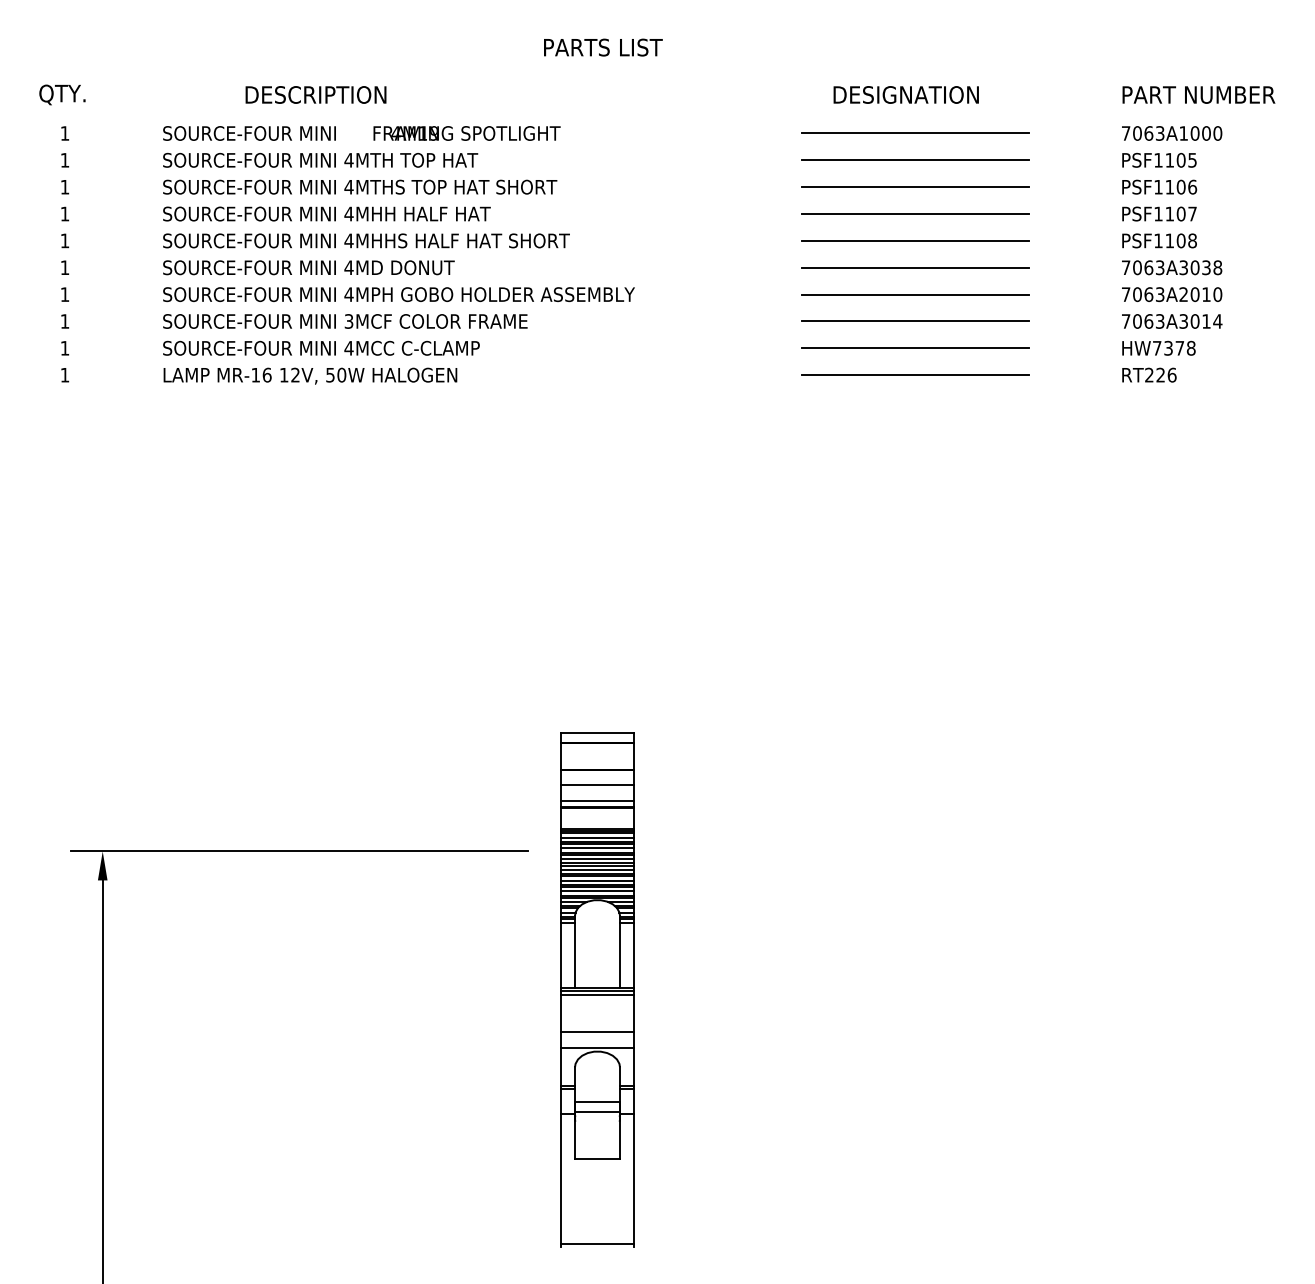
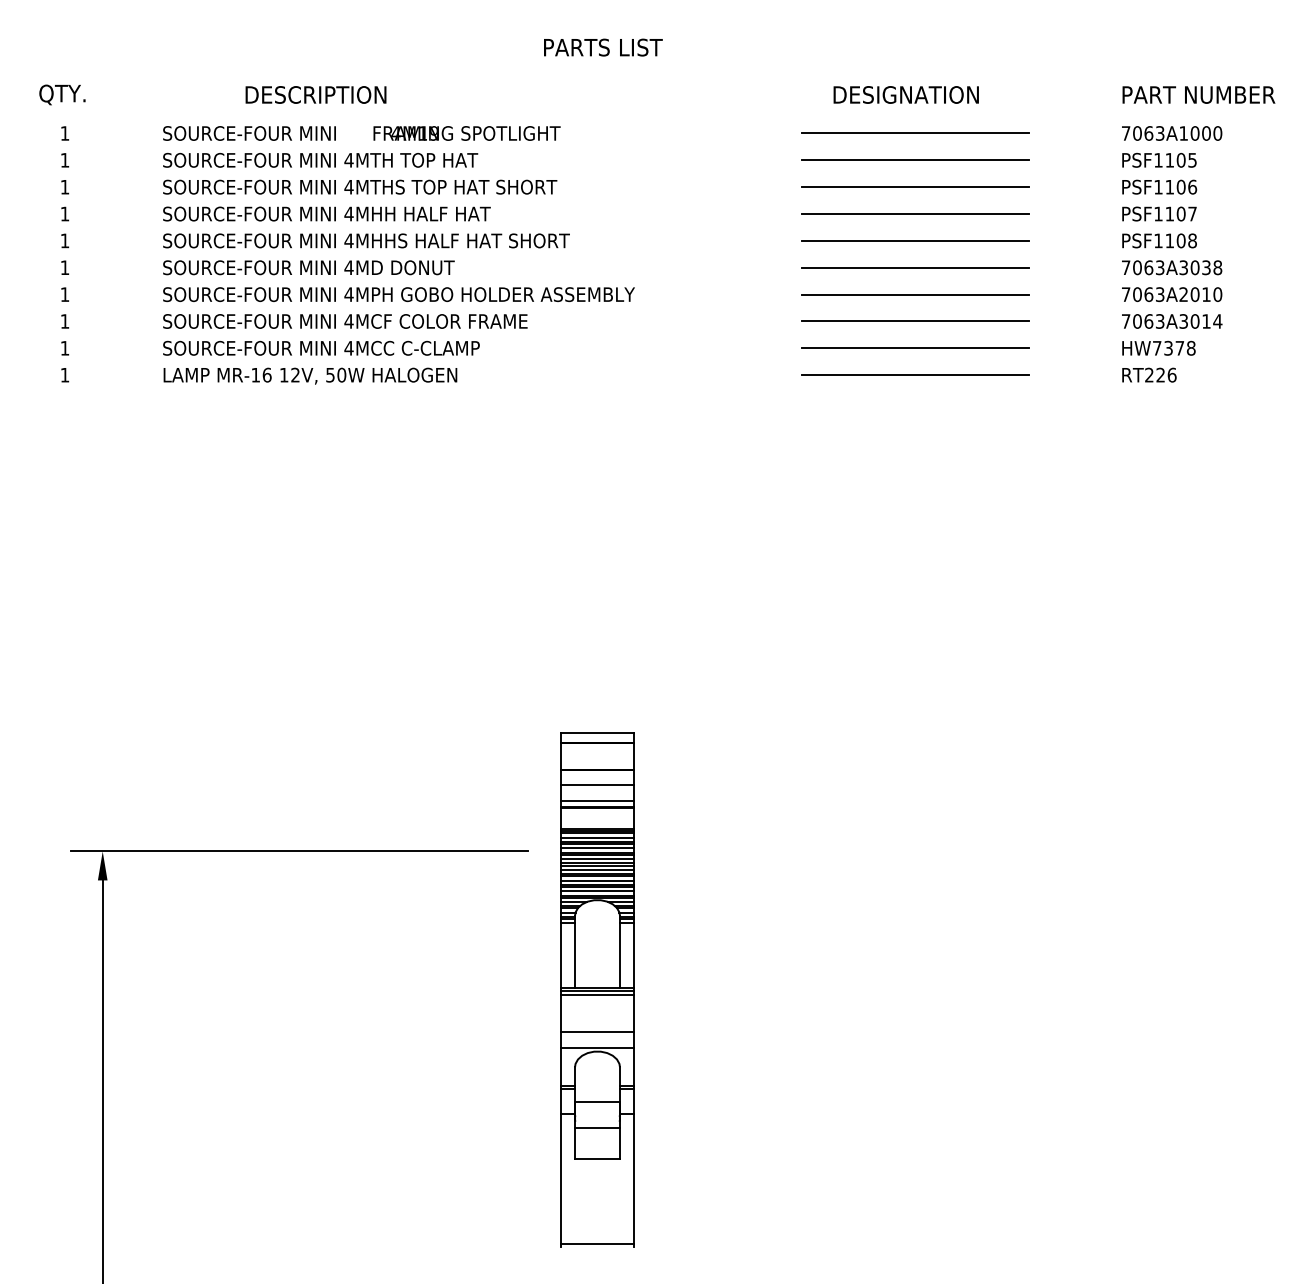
text at (348, 321): 3MCF -> 4MCF
line at (597, 1111) position: (597, 1111) -> (597, 1127)
